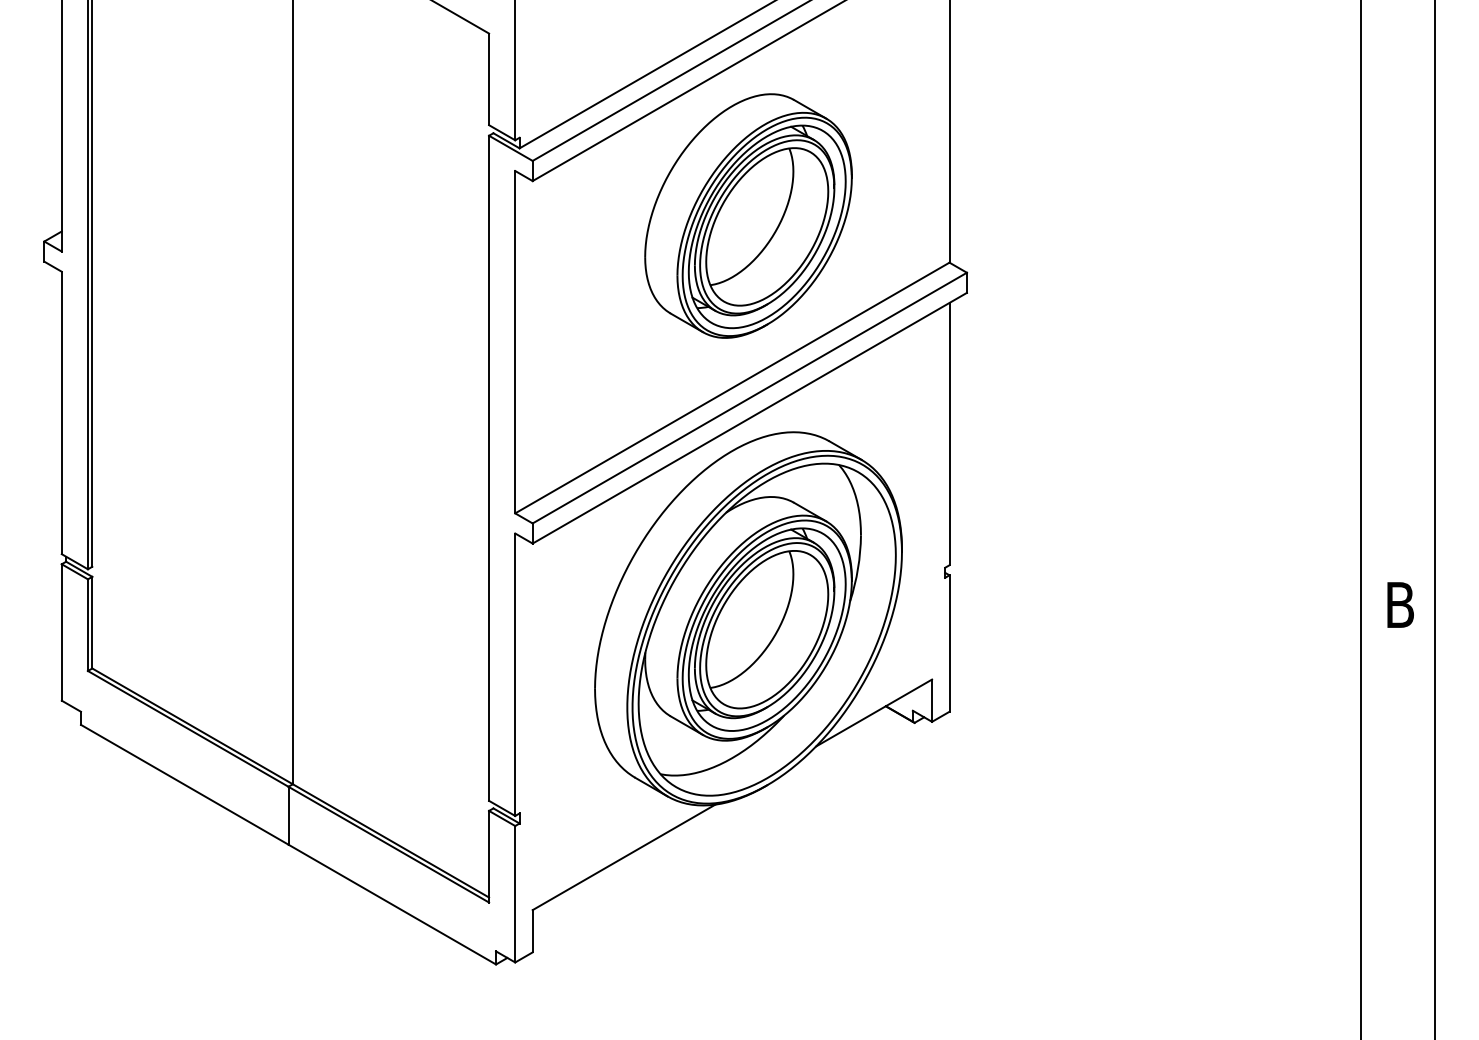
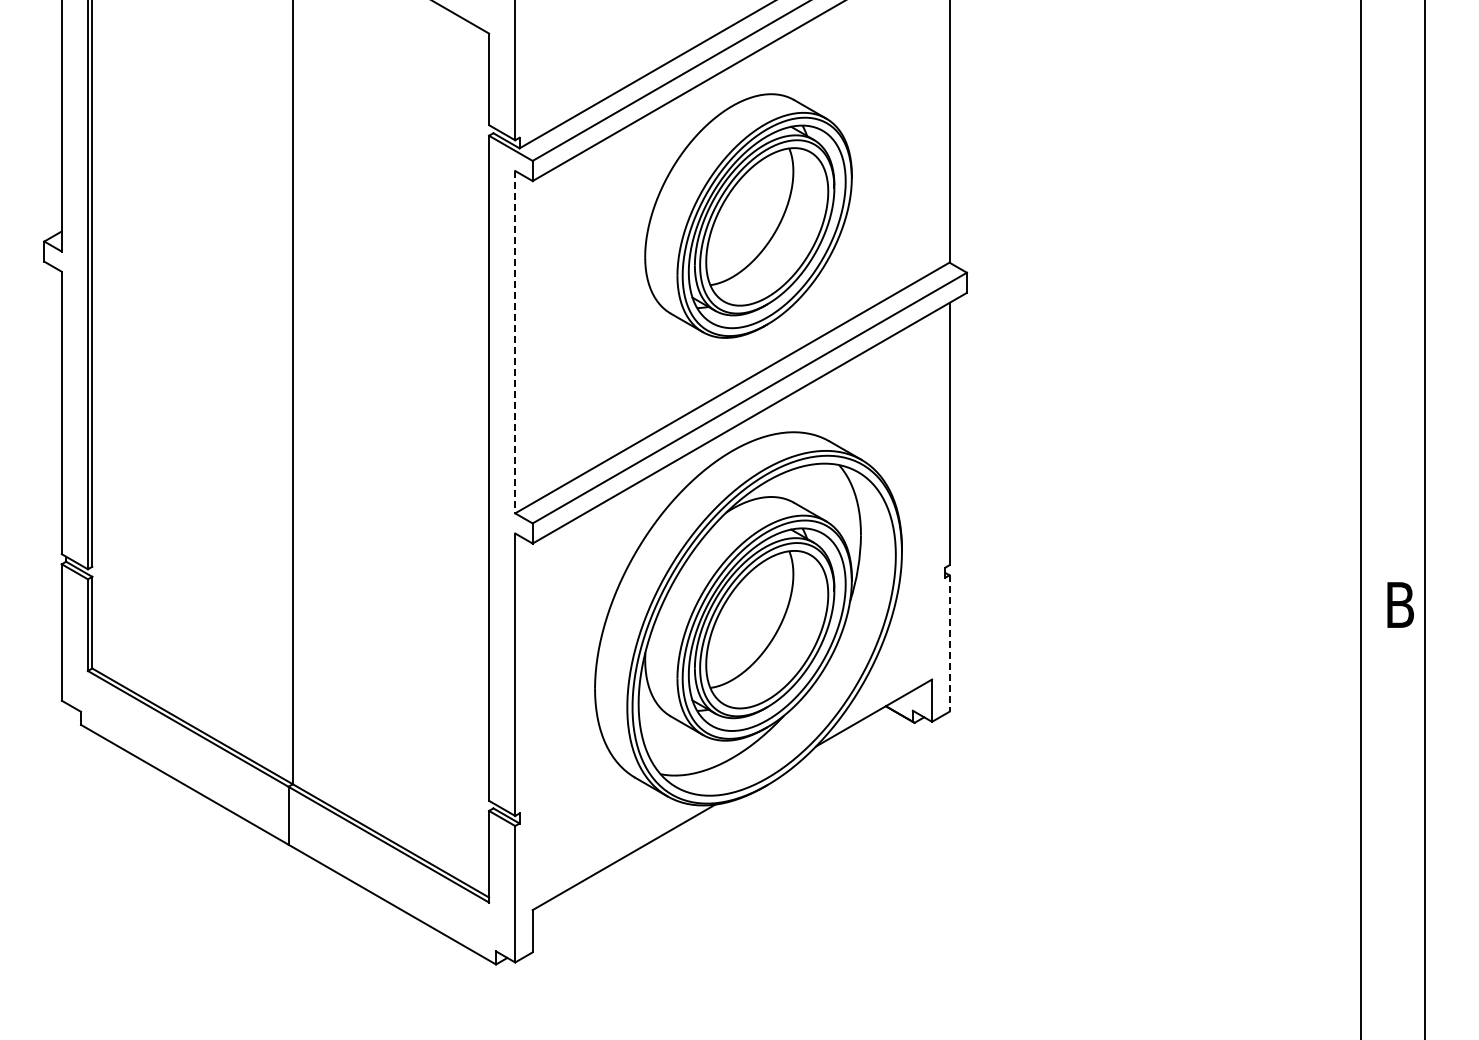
line at (515, 342): solid -> dashed
line at (1434, 519) position: (1434, 519) -> (1424, 519)
line at (949, 644): solid -> dashed
